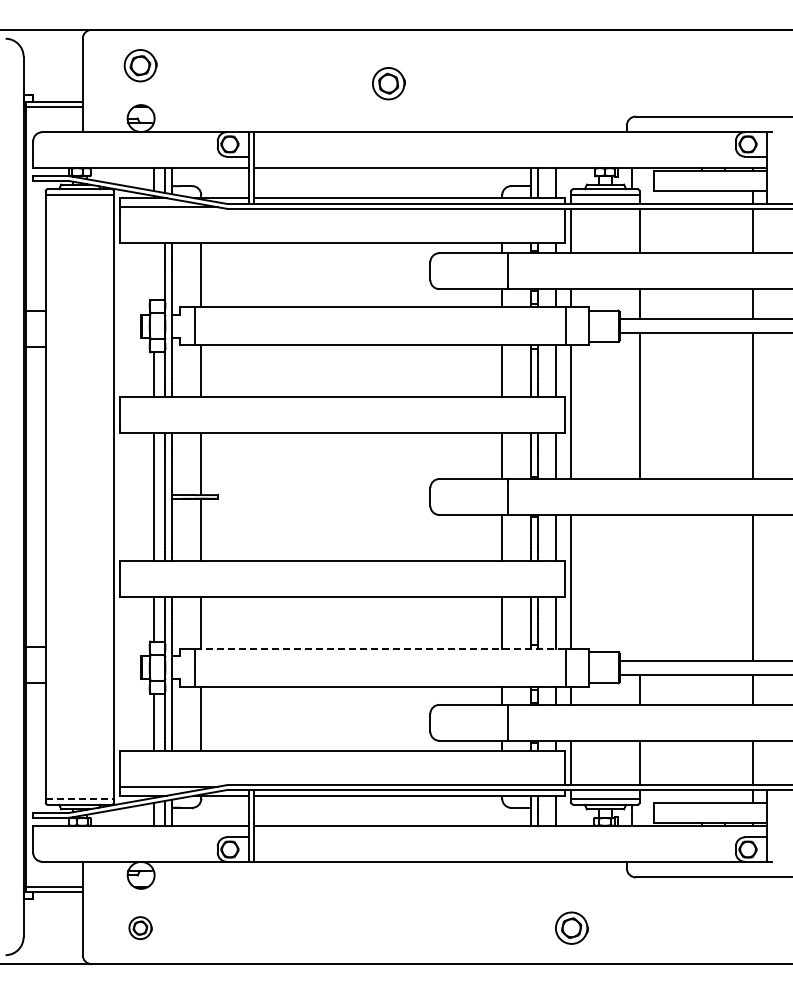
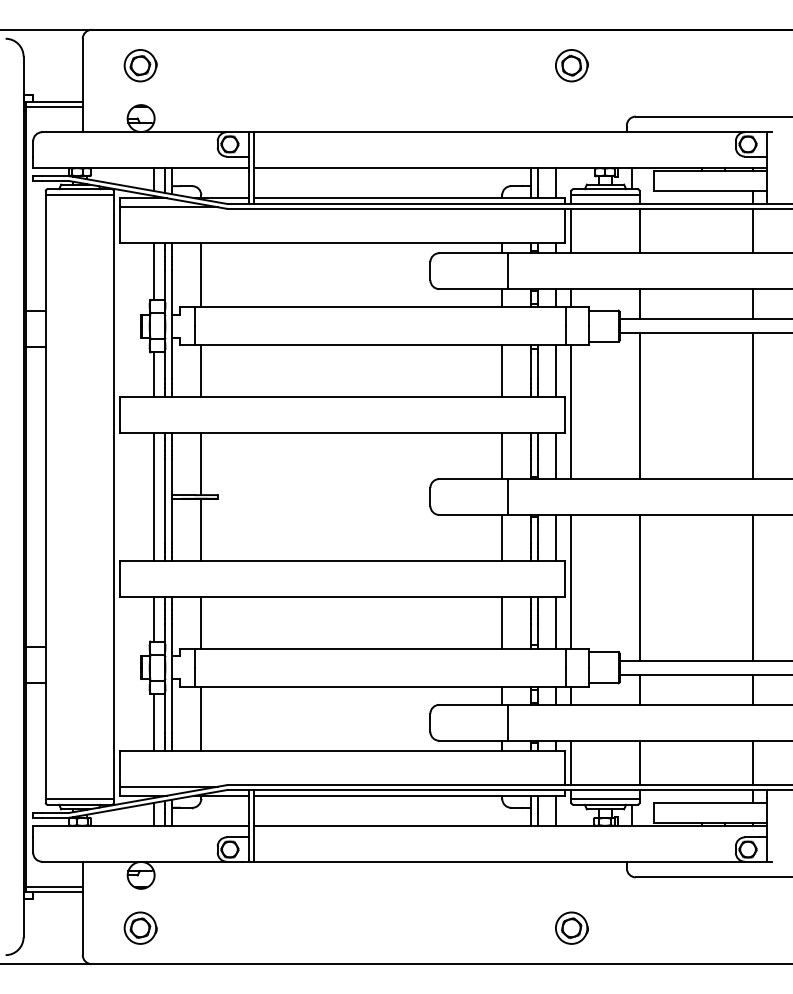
part at (388, 83) position: (388, 83) -> (571, 65)
line at (153, 271): none -> present
line at (639, 587): none -> present
line at (380, 649): dashed -> solid
line at (80, 798): dashed -> solid
part at (140, 927) size: 25x24 px -> 35x34 px
